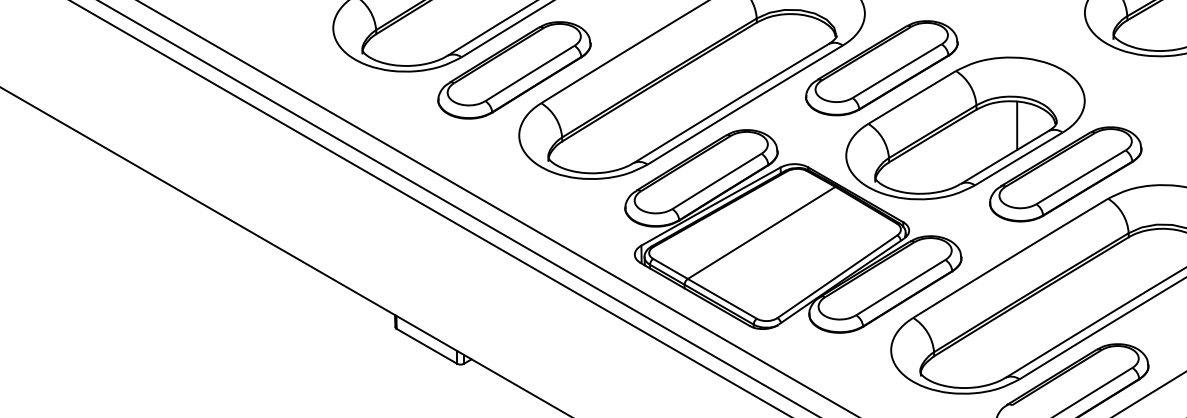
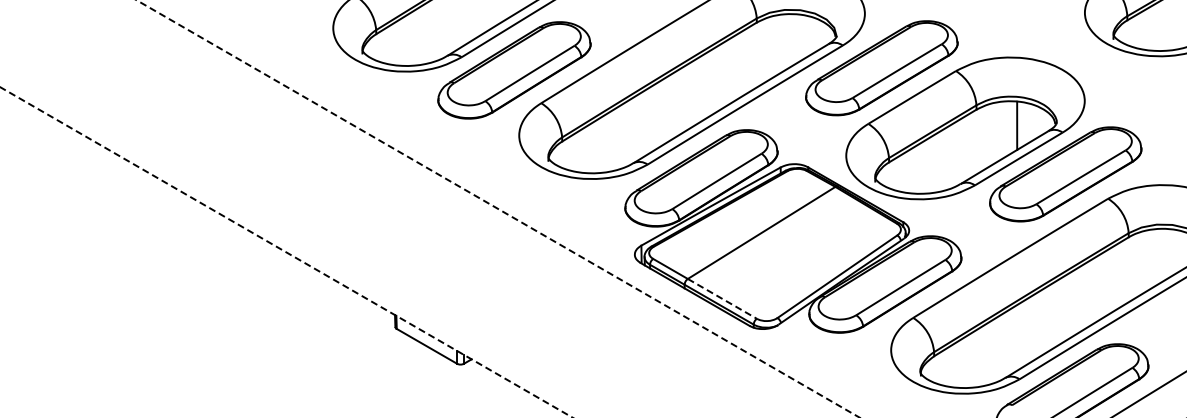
line at (430, 208): present -> none
line at (458, 208): present -> none
line at (498, 209): solid -> dashed
line at (287, 252): solid -> dashed
line at (722, 298): solid -> dashed
